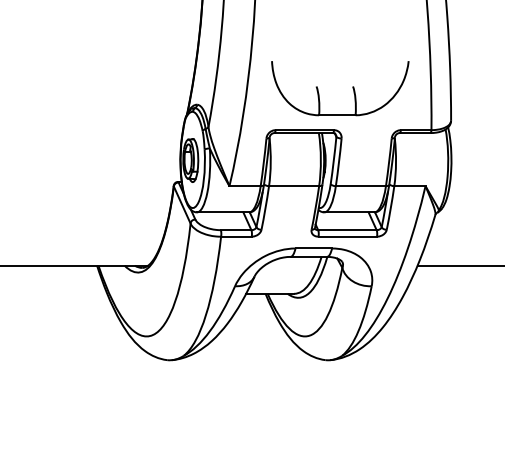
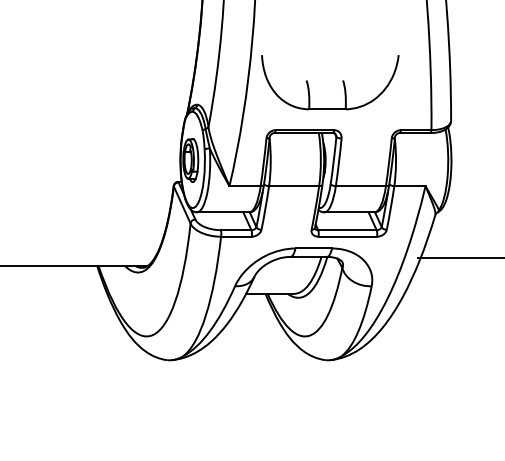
part at (352, 88) position: (352, 88) -> (342, 82)
line at (459, 265) position: (459, 265) -> (459, 257)
